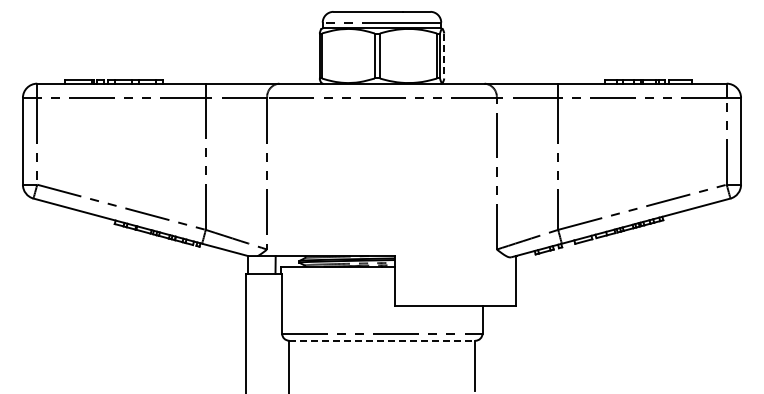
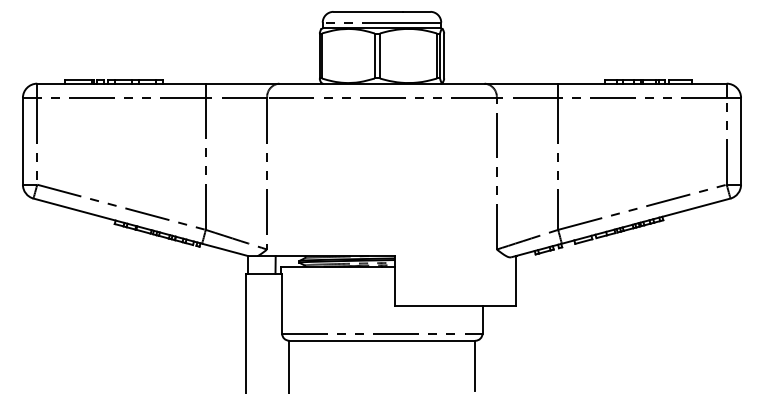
line at (444, 56): dashed -> solid
line at (382, 340): dashed -> solid
